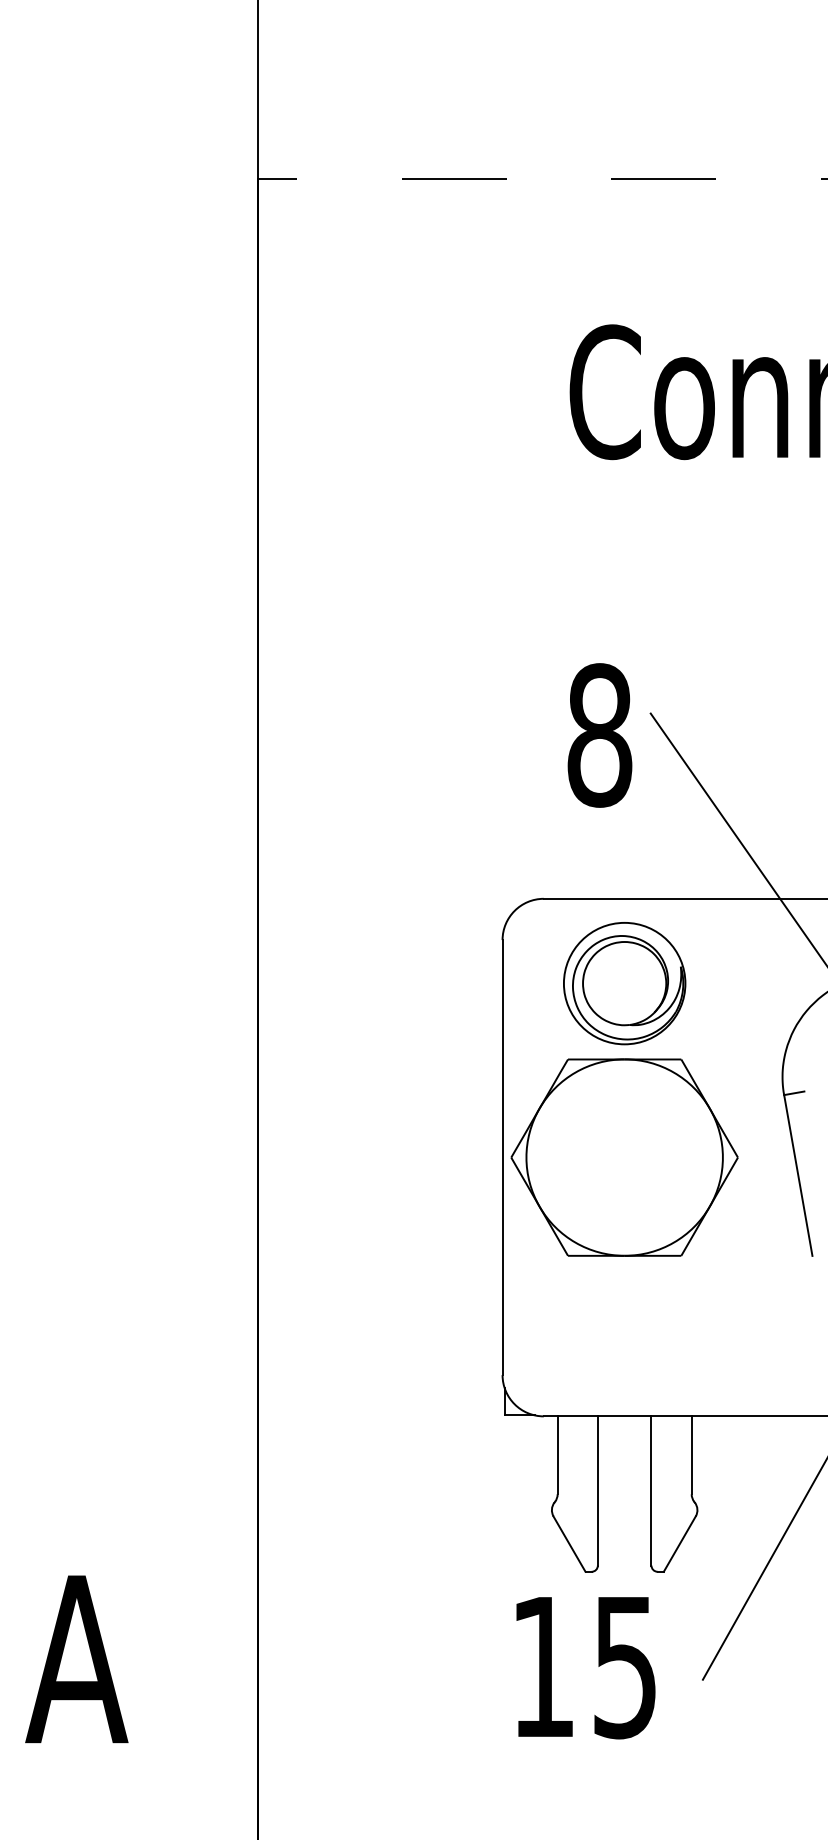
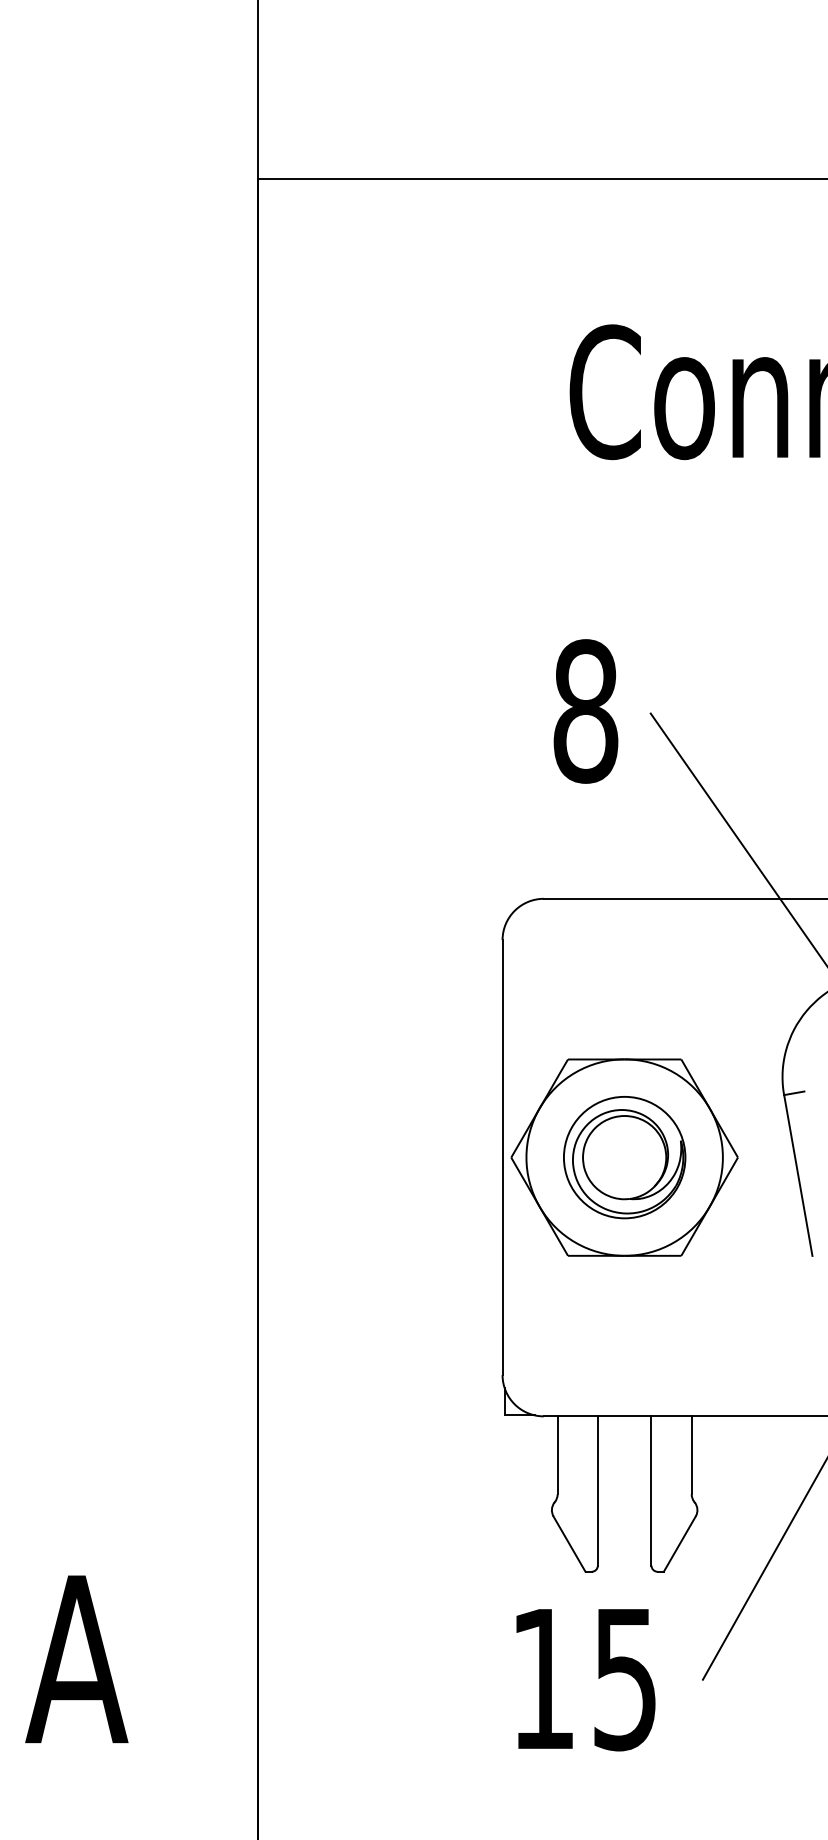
line at (543, 178): dashed -> solid
text at (599, 735) position: (599, 735) -> (585, 711)
part at (624, 983) position: (624, 983) -> (624, 1157)
text at (585, 1668) position: (585, 1668) -> (585, 1680)
